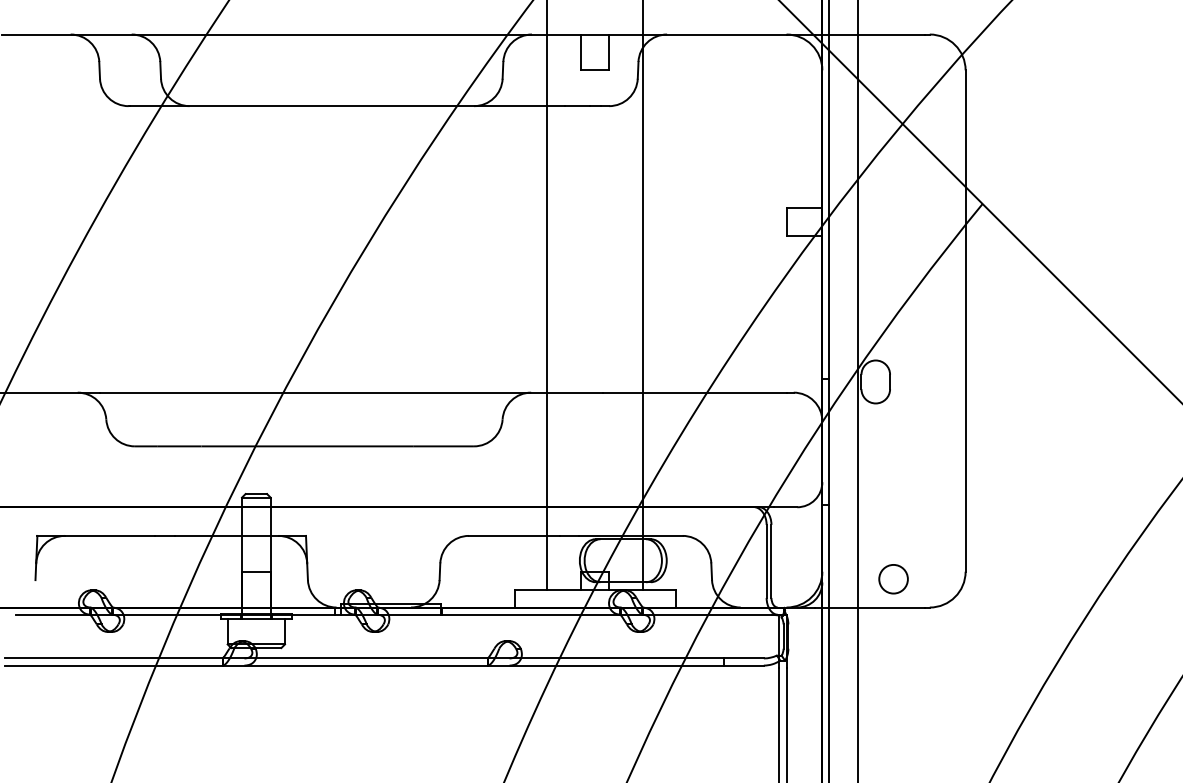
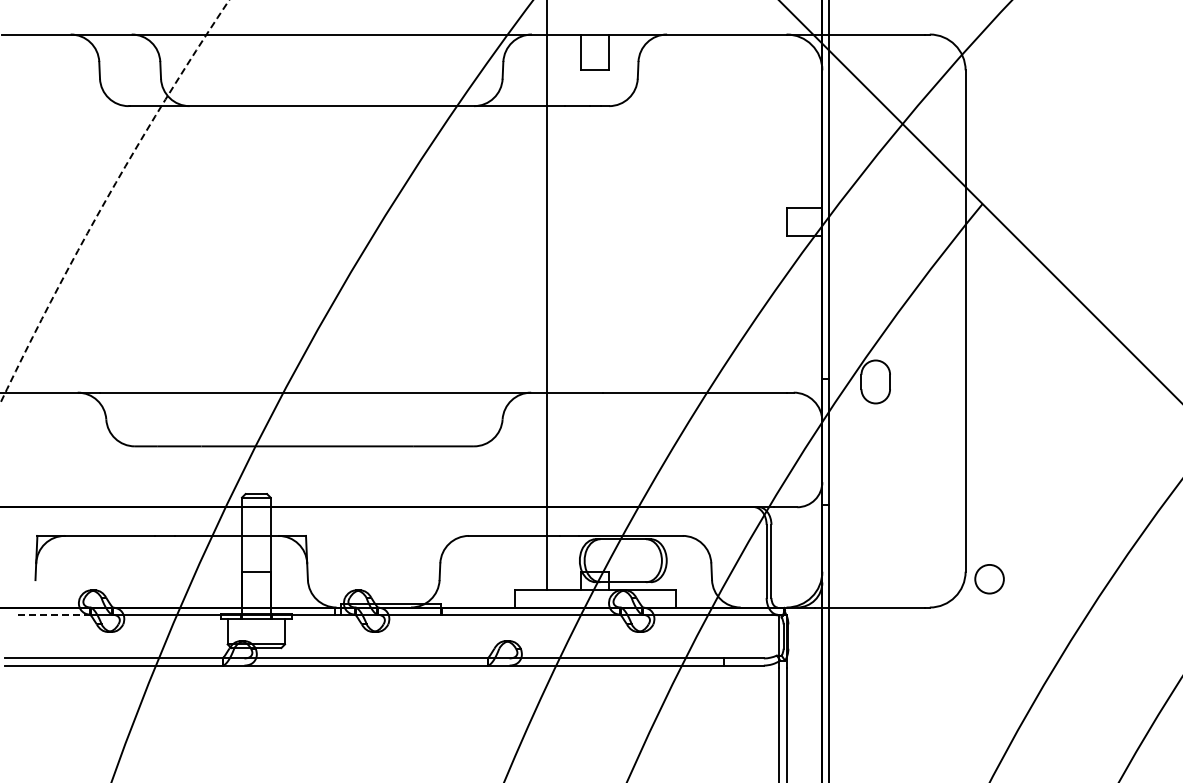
circle at (114, 201): solid -> dashed
line at (643, 295): present -> none
line at (857, 390): present -> none
circle at (893, 579) position: (893, 579) -> (989, 579)
line at (53, 614): solid -> dashed
